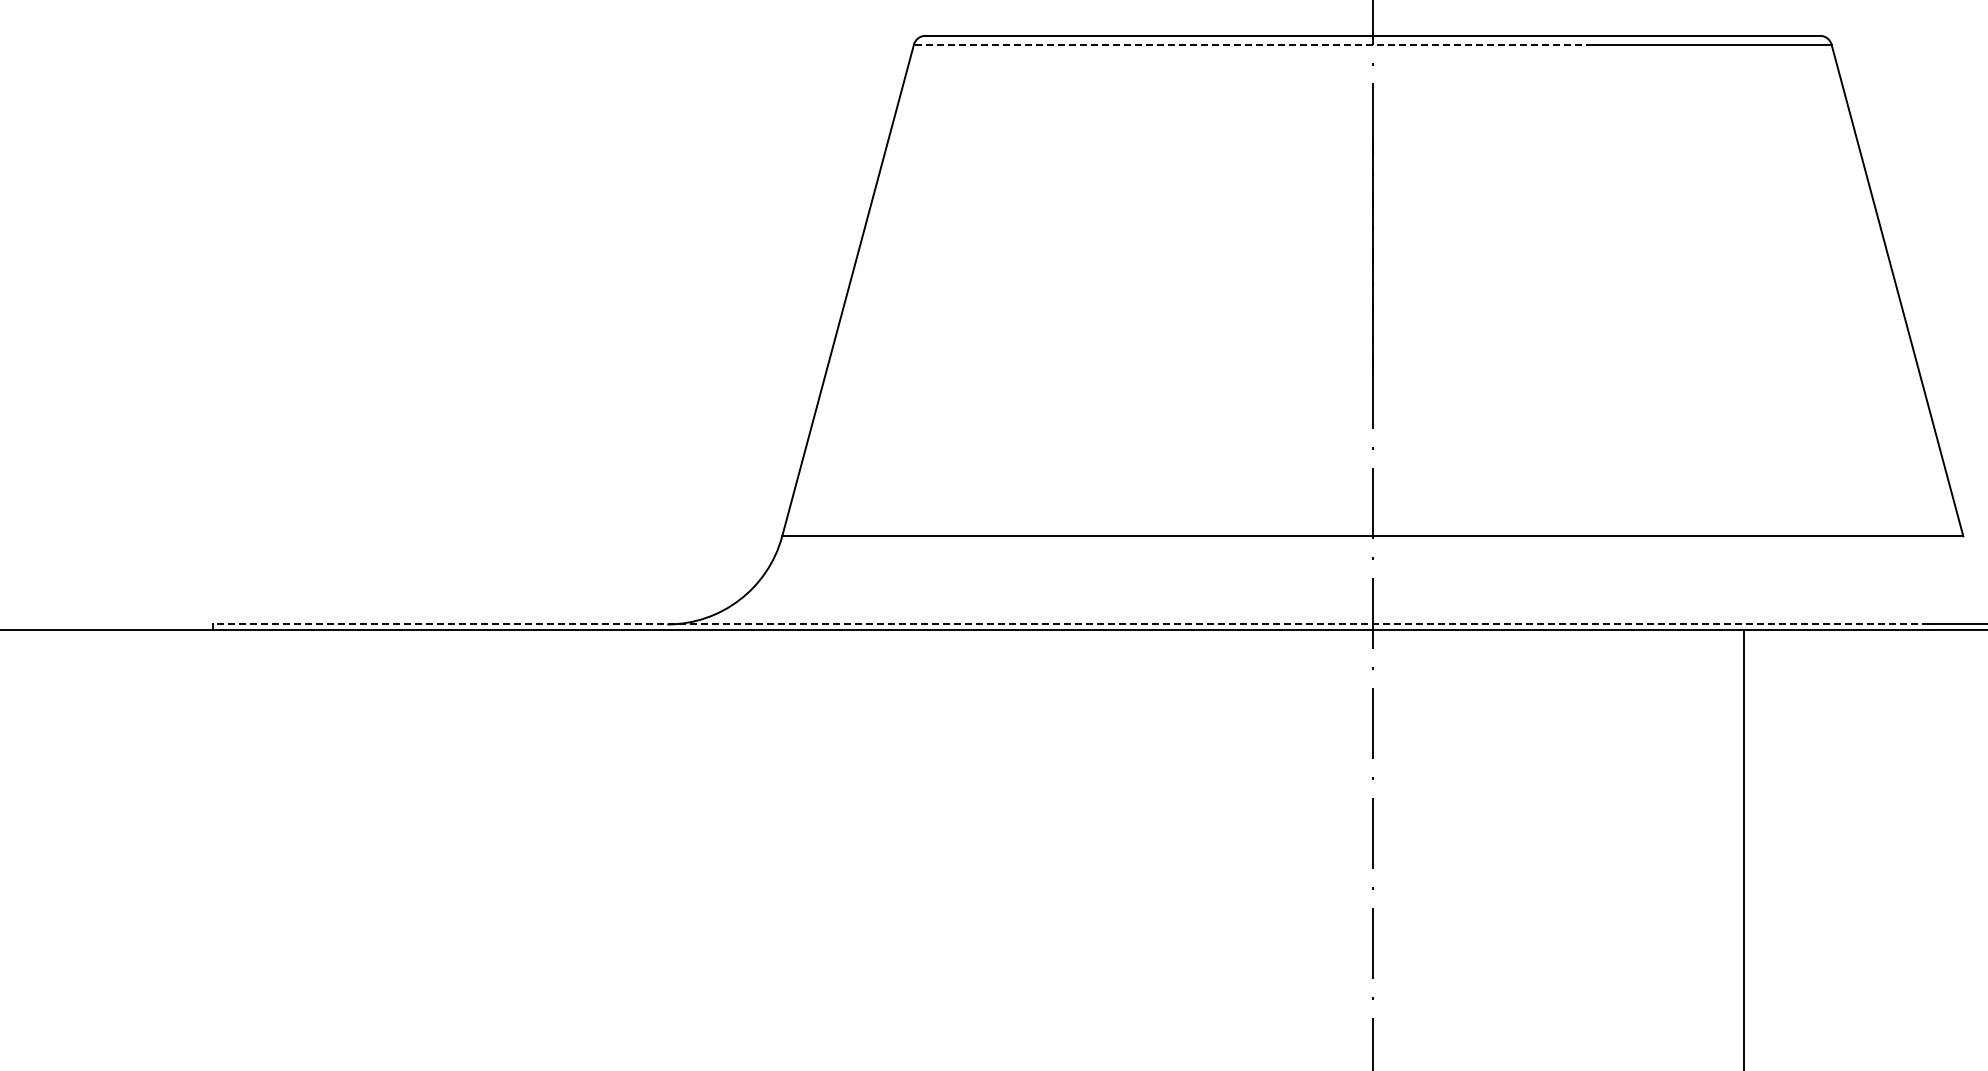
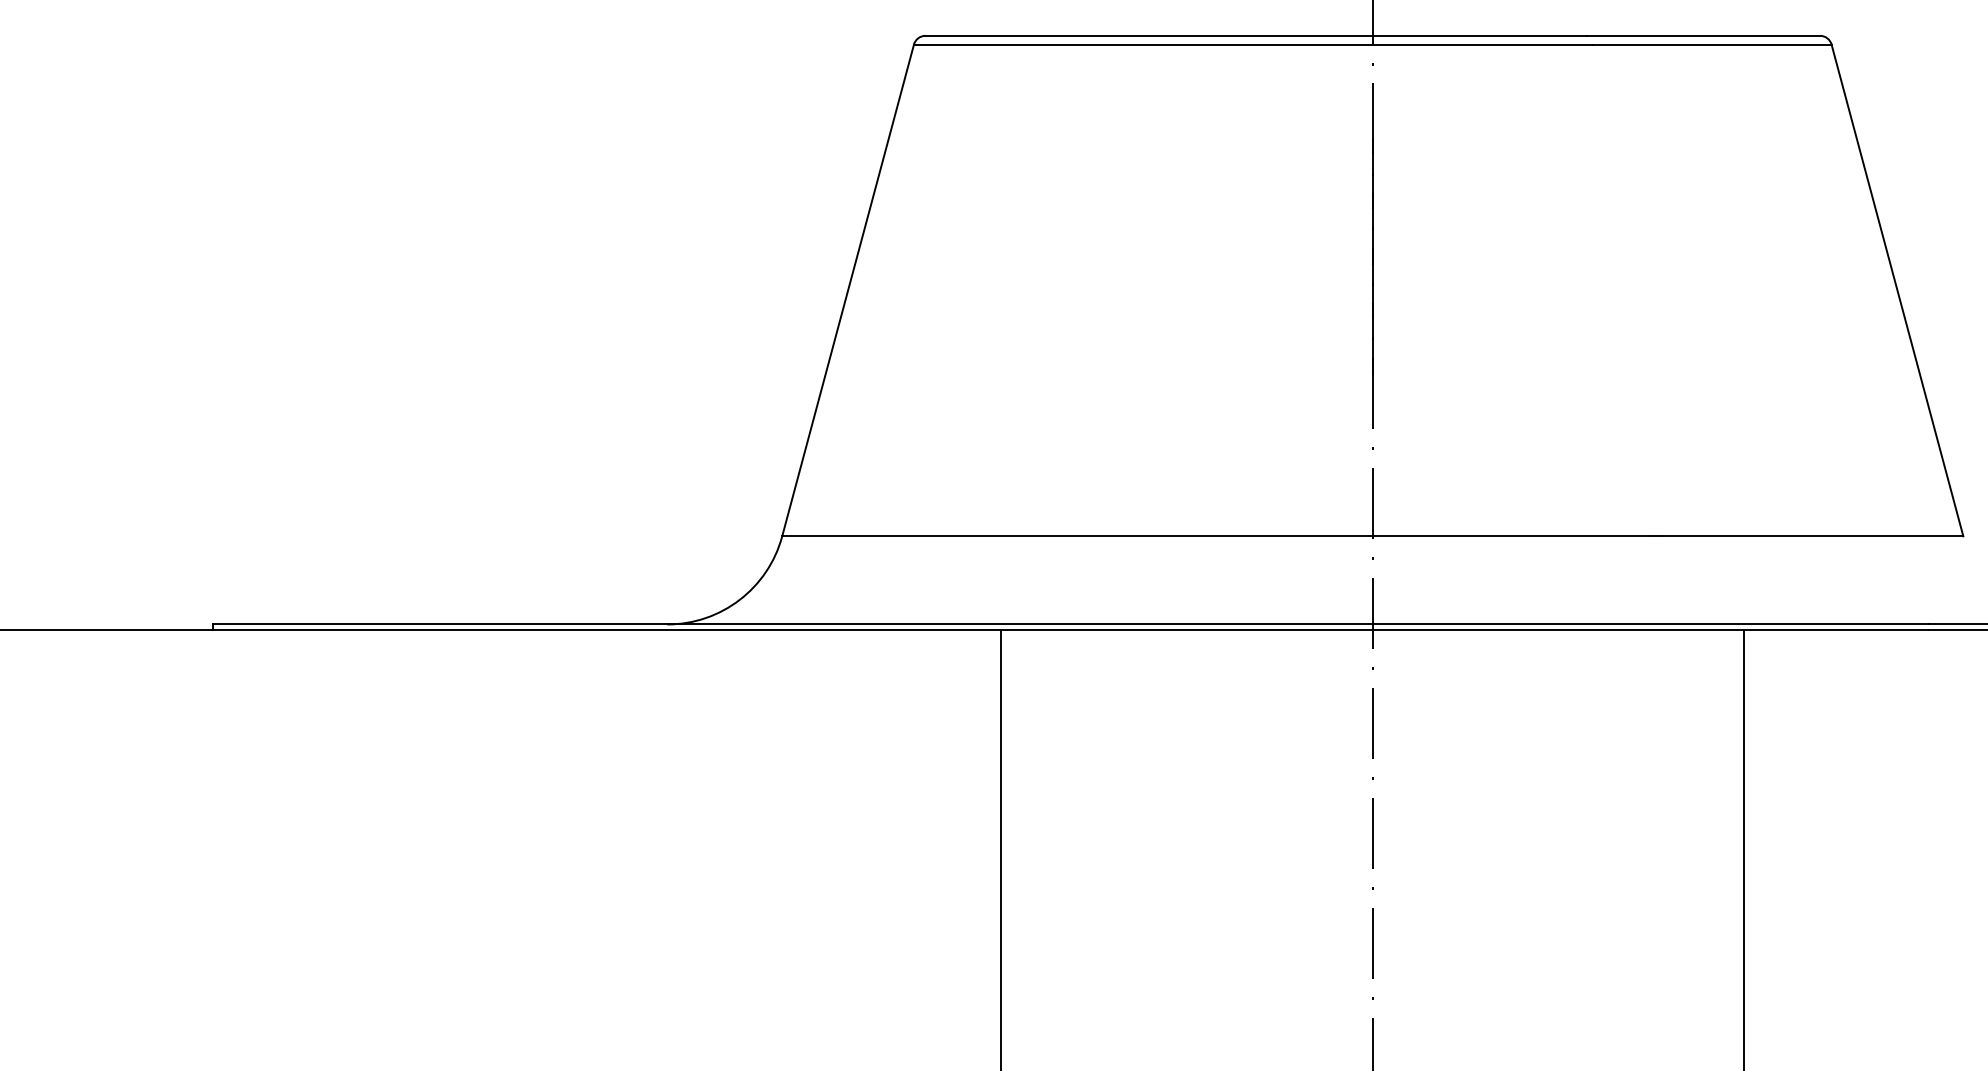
line at (1252, 44): dashed -> solid
line at (1070, 624): dashed -> solid
line at (1001, 848): none -> present
